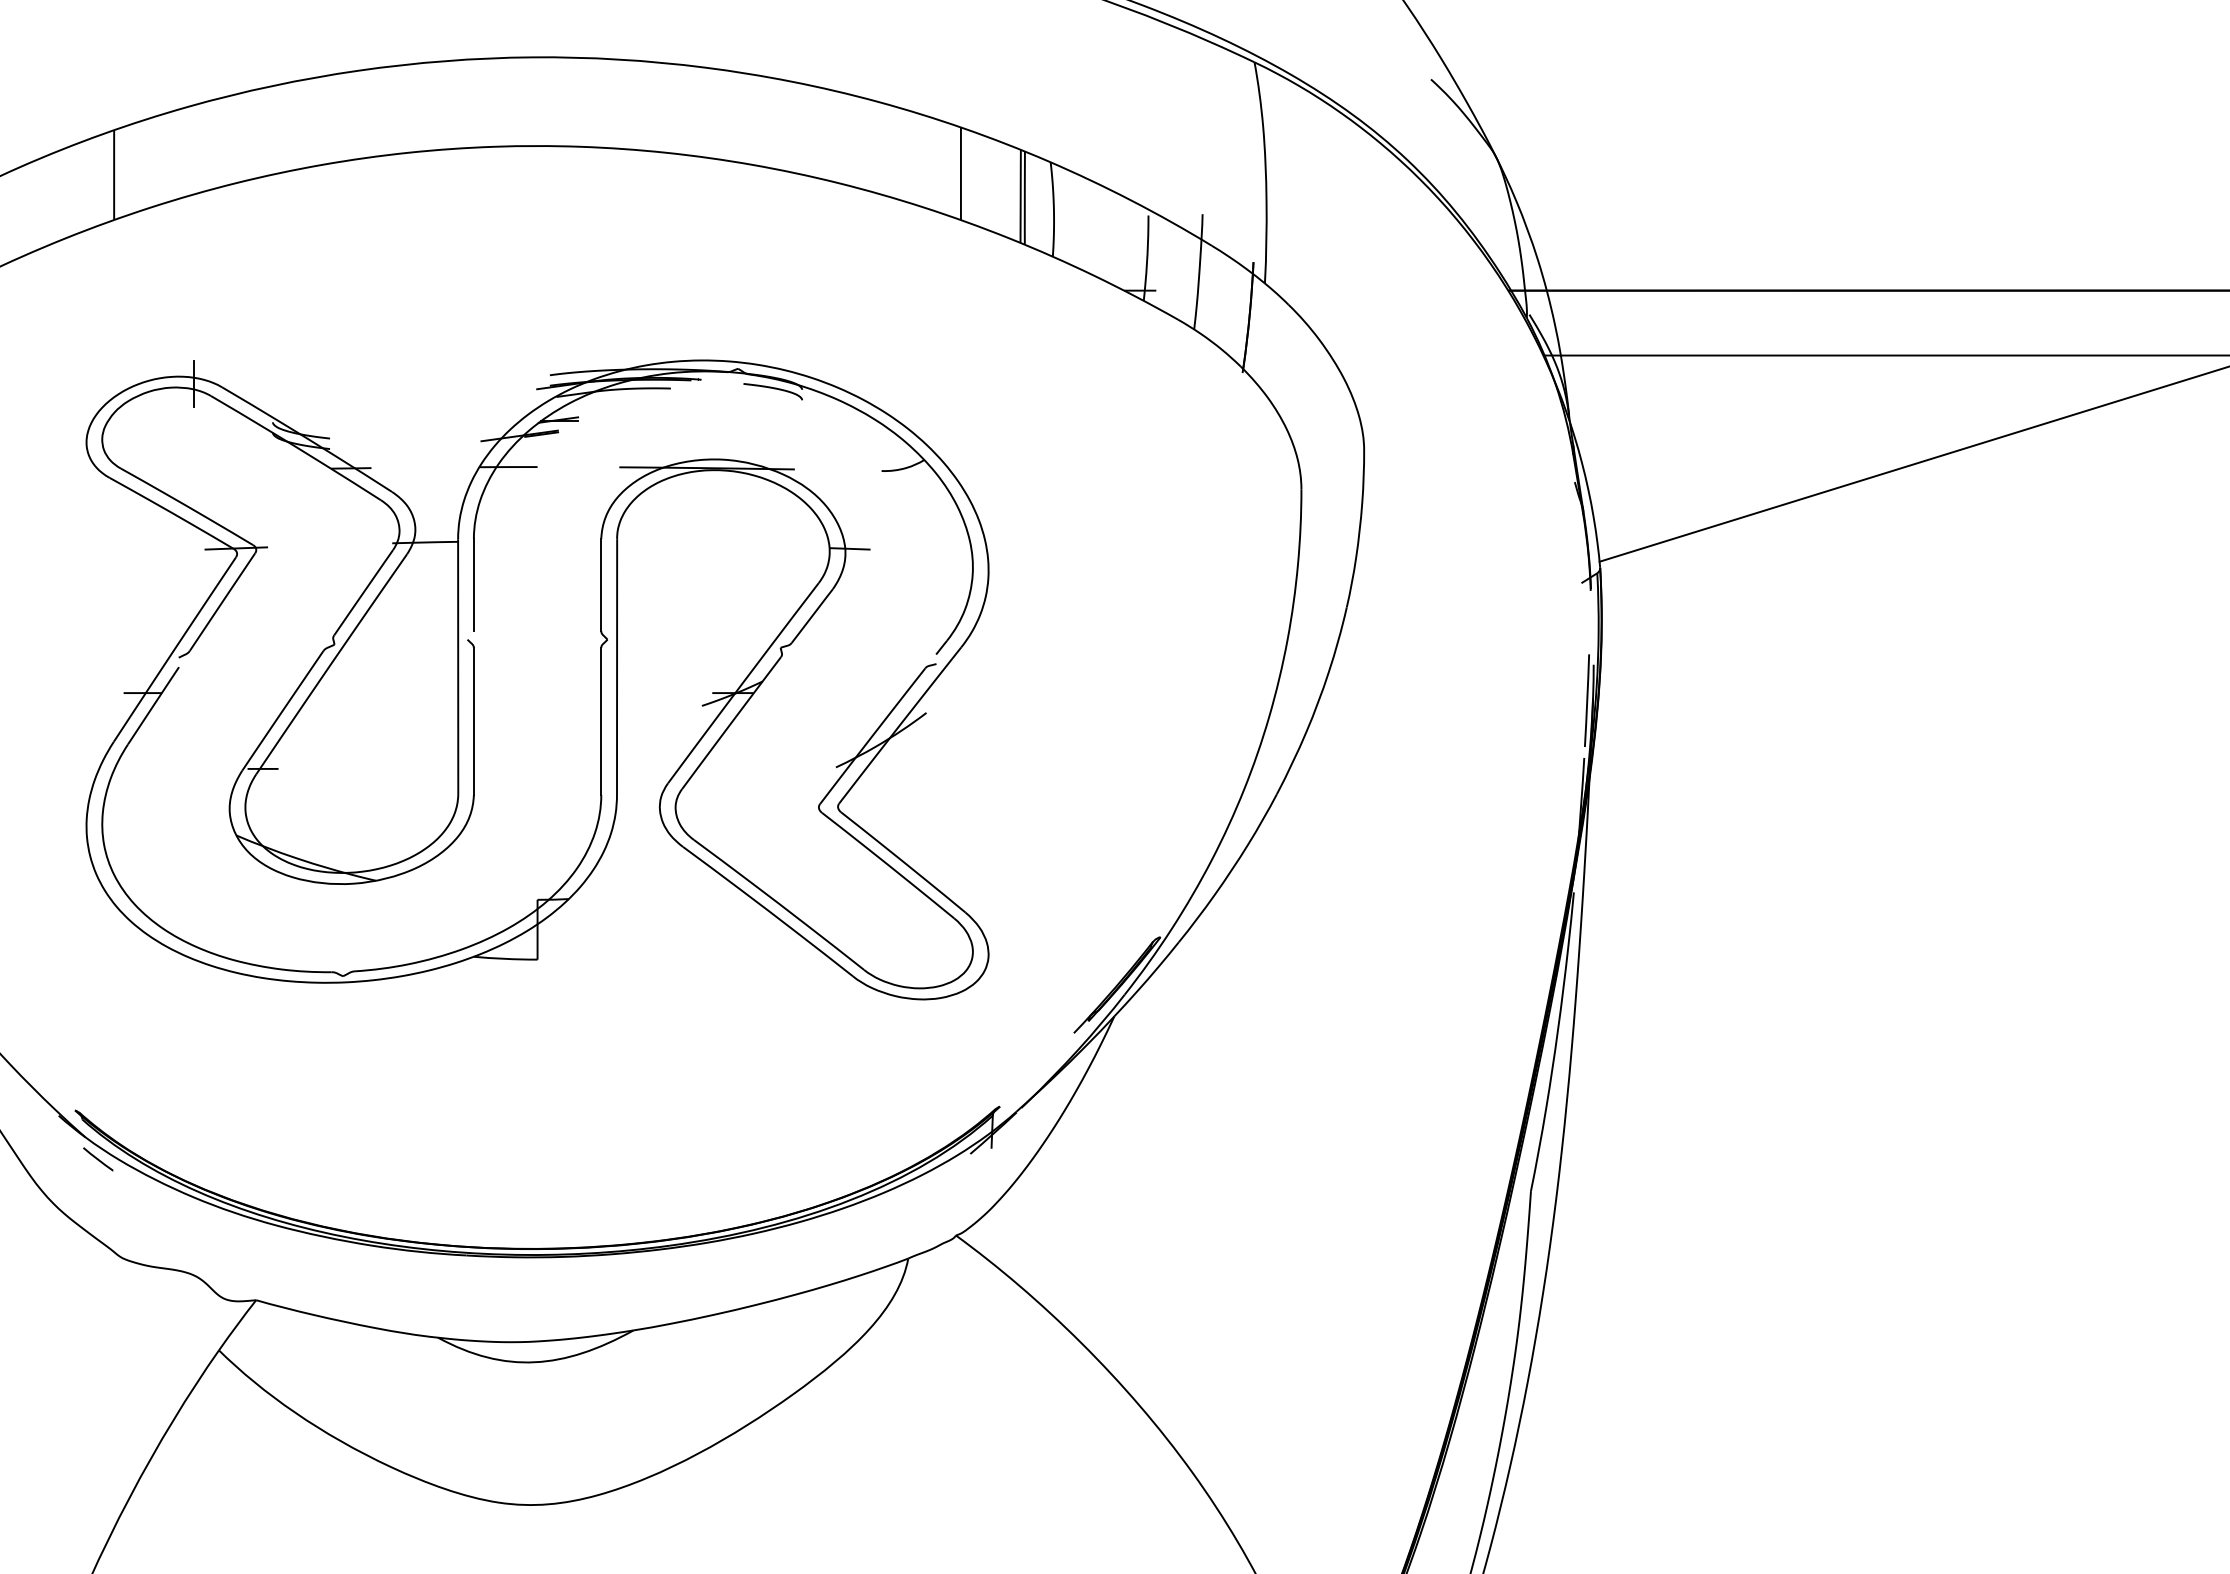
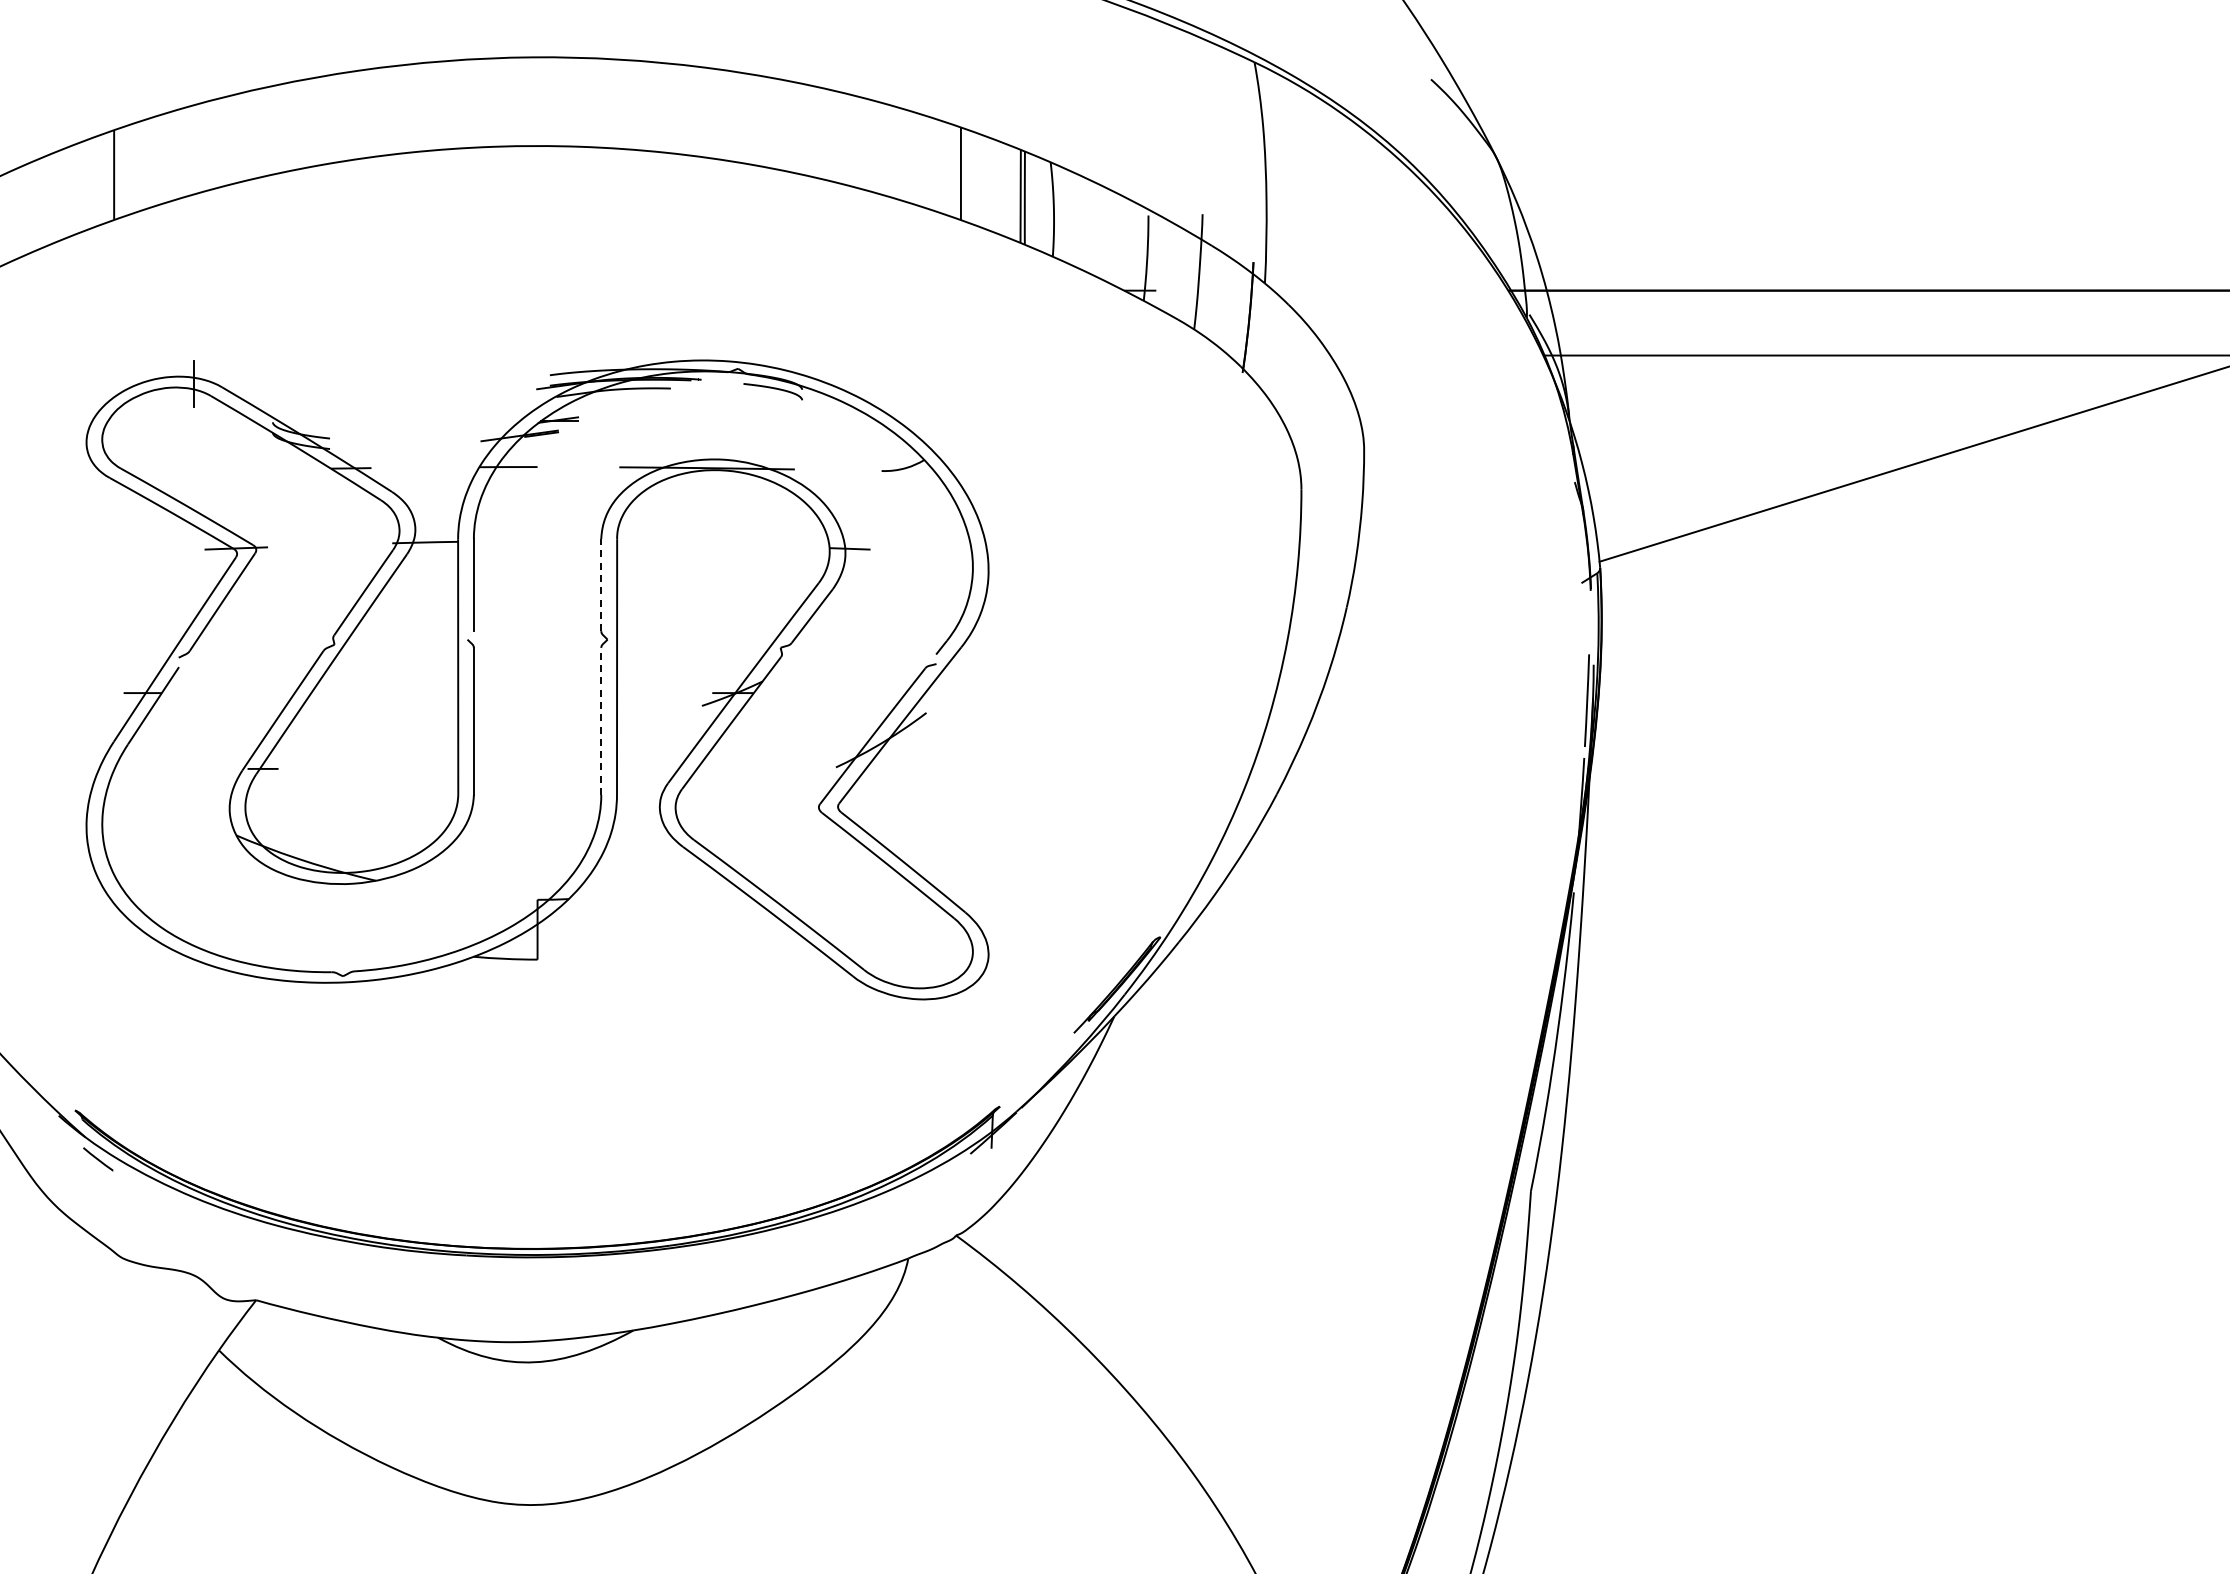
line at (601, 584): solid -> dashed
line at (601, 721): solid -> dashed
